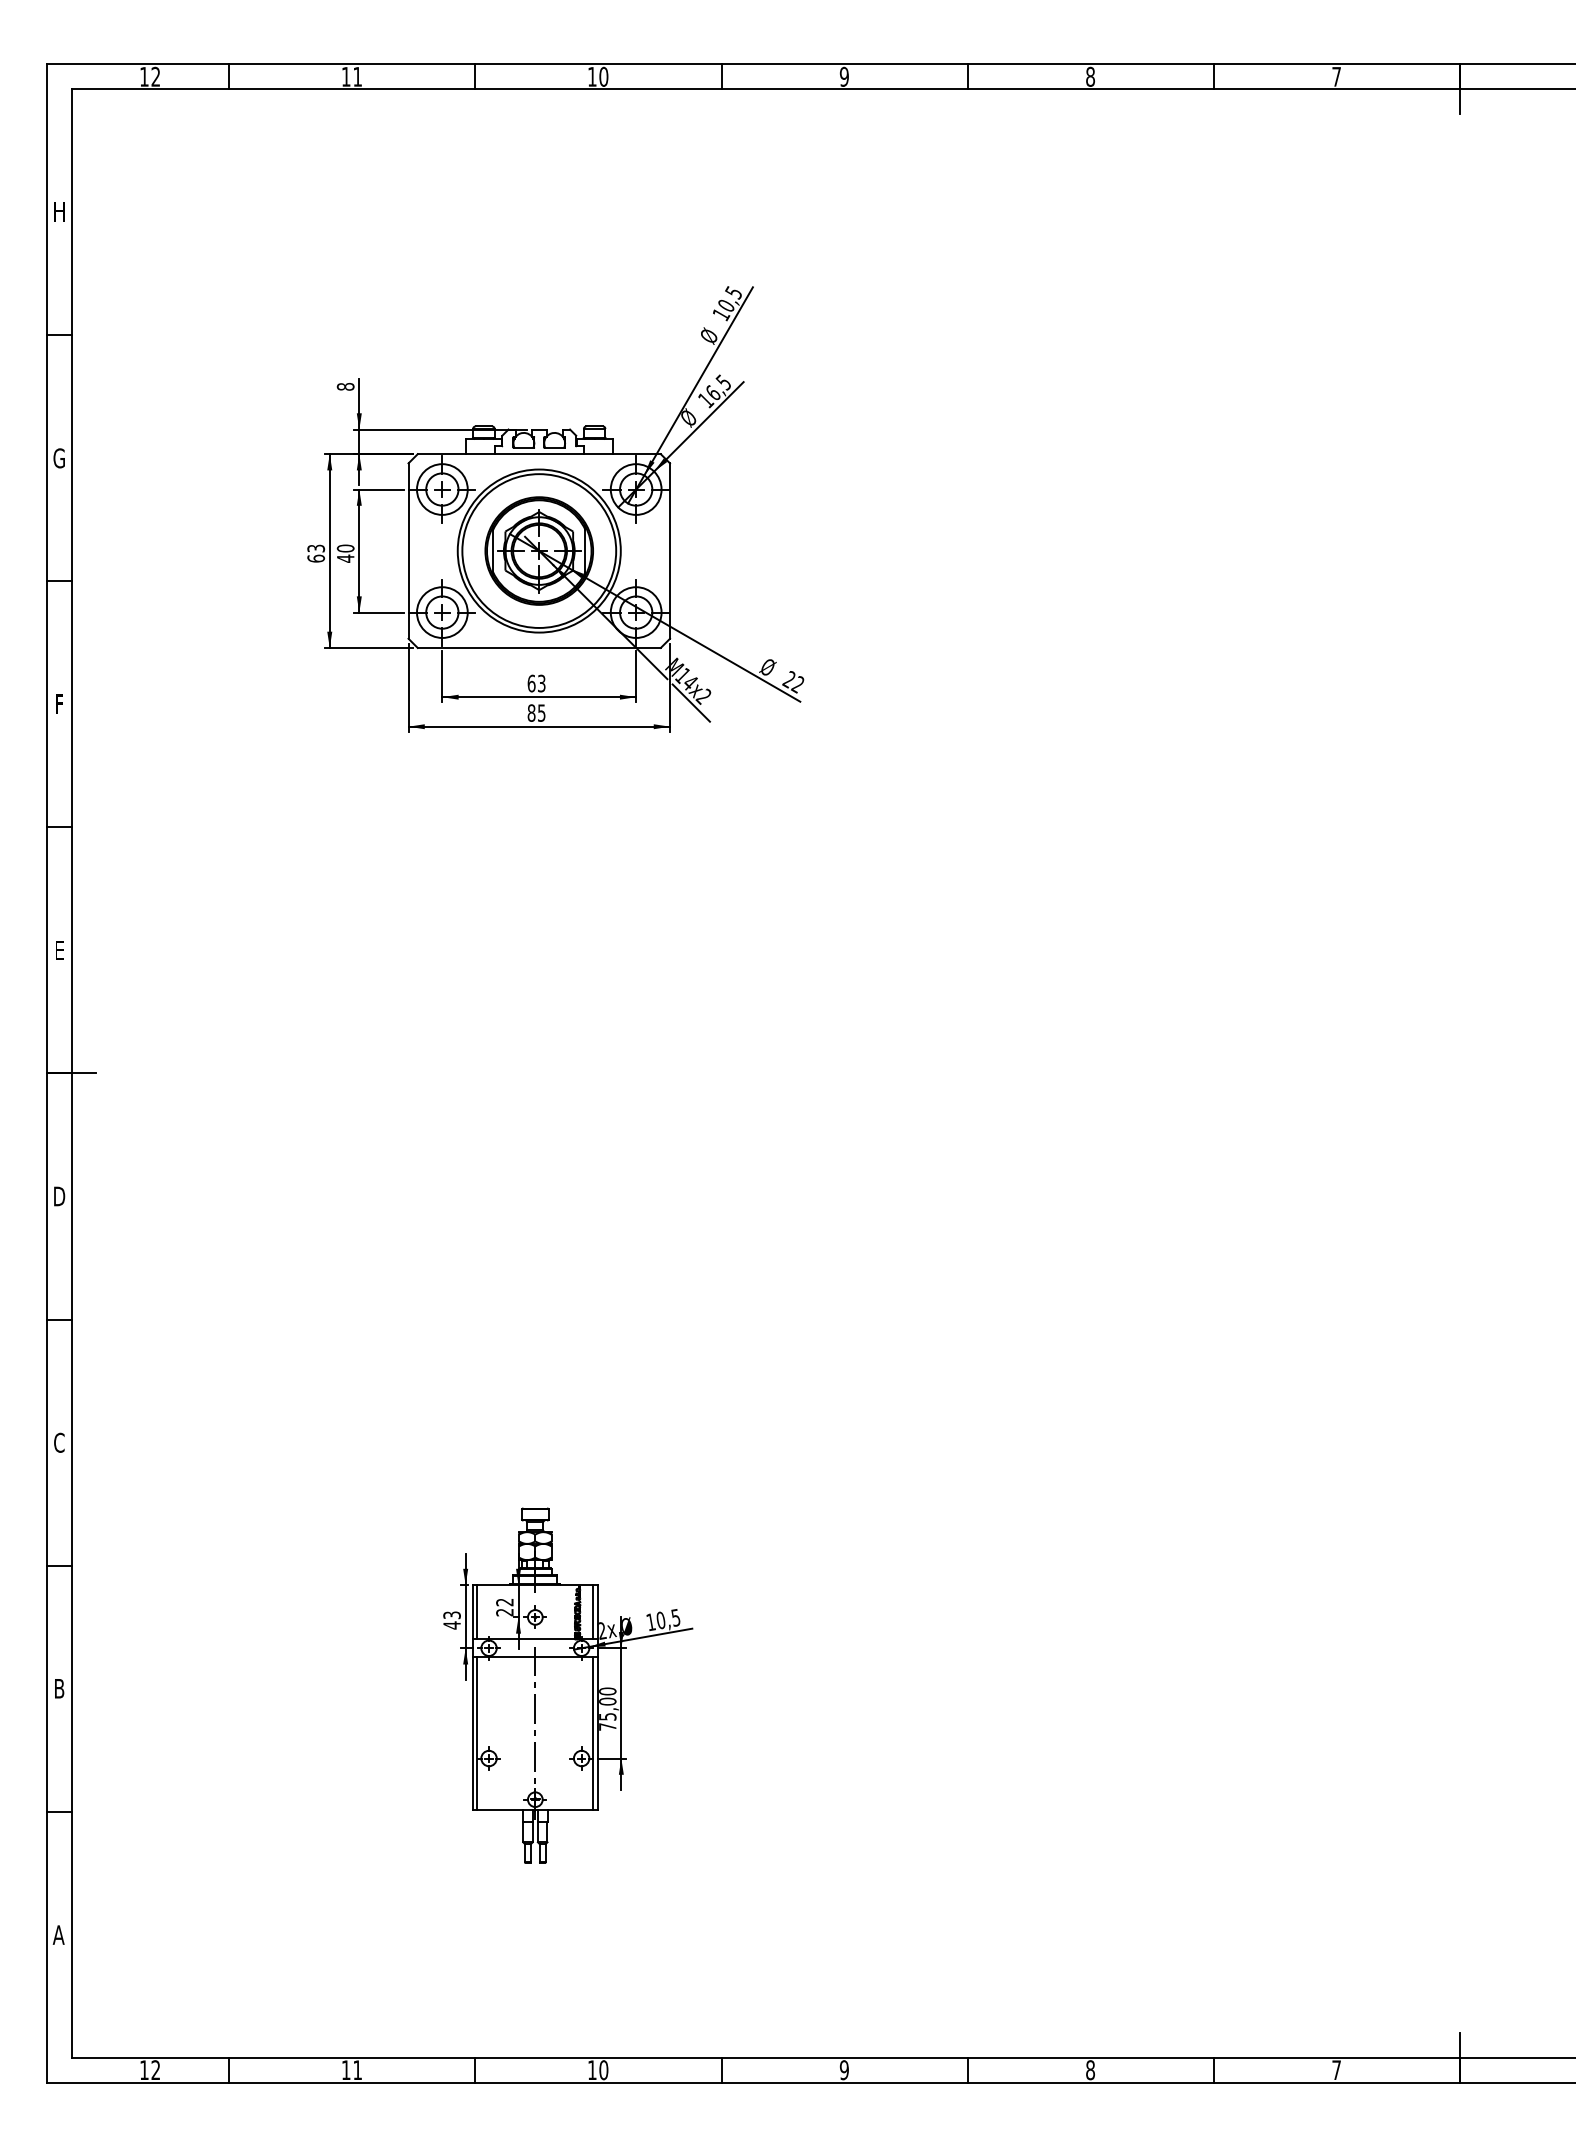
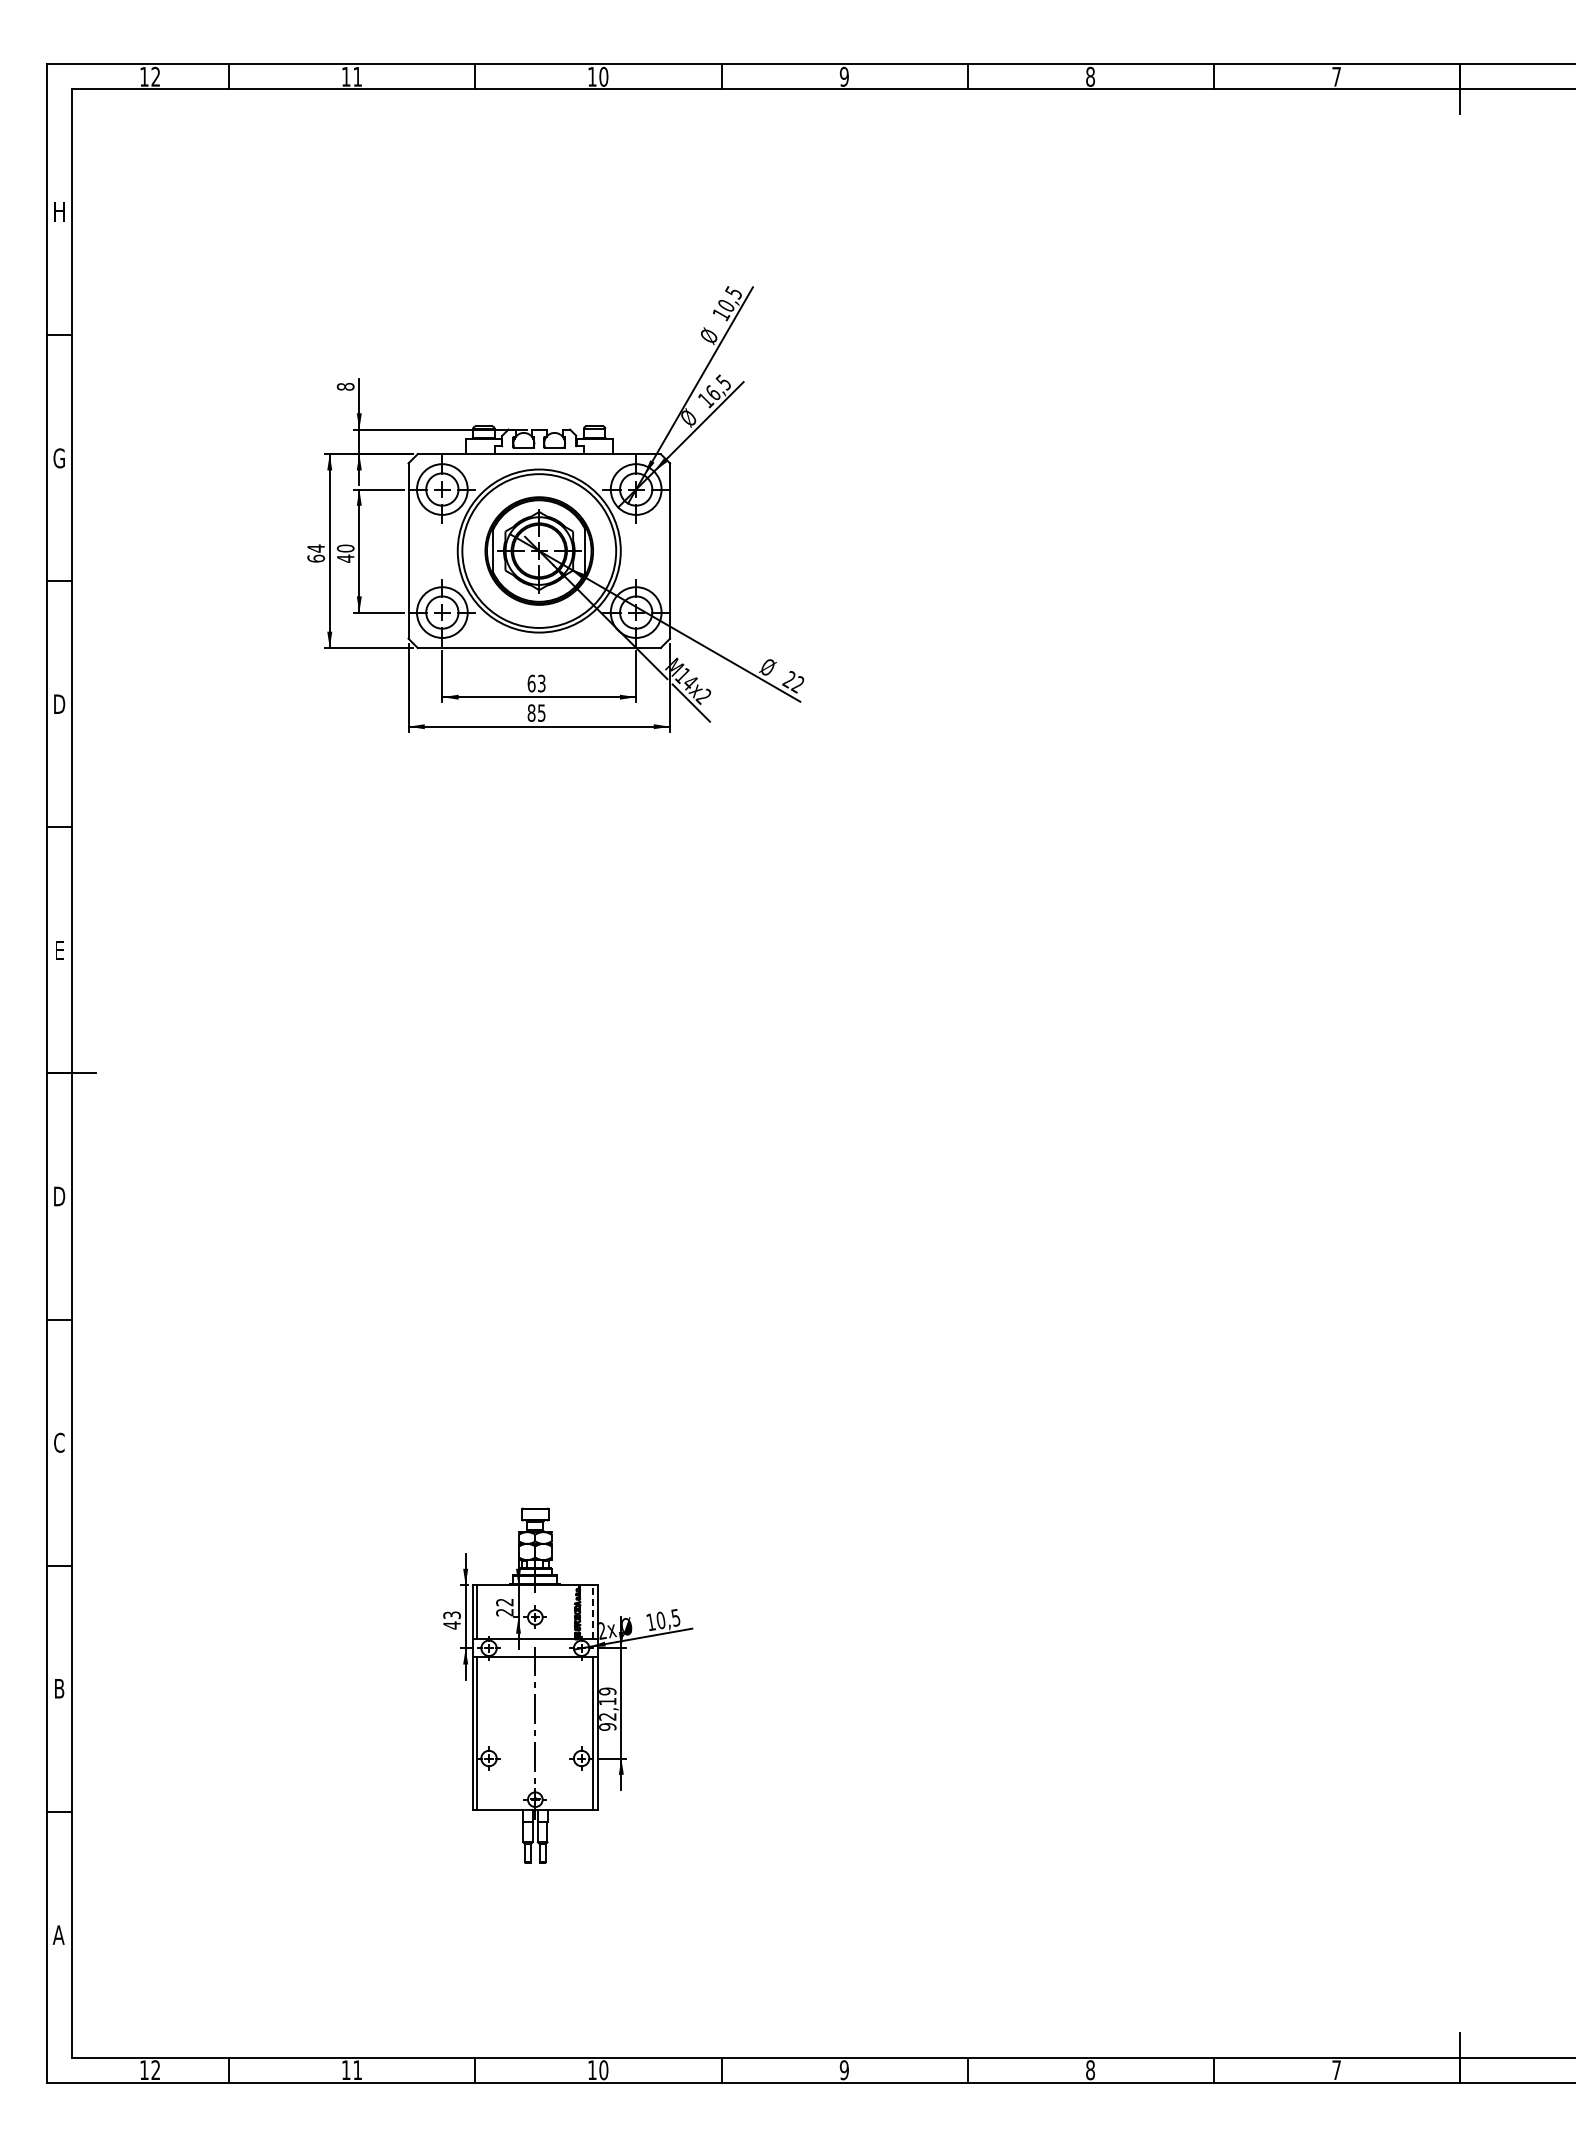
text at (316, 548): 63 -> 64
text at (59, 703): F -> D
line at (593, 1611): solid -> dashed
text at (607, 1708): 75,00 -> 92,19
